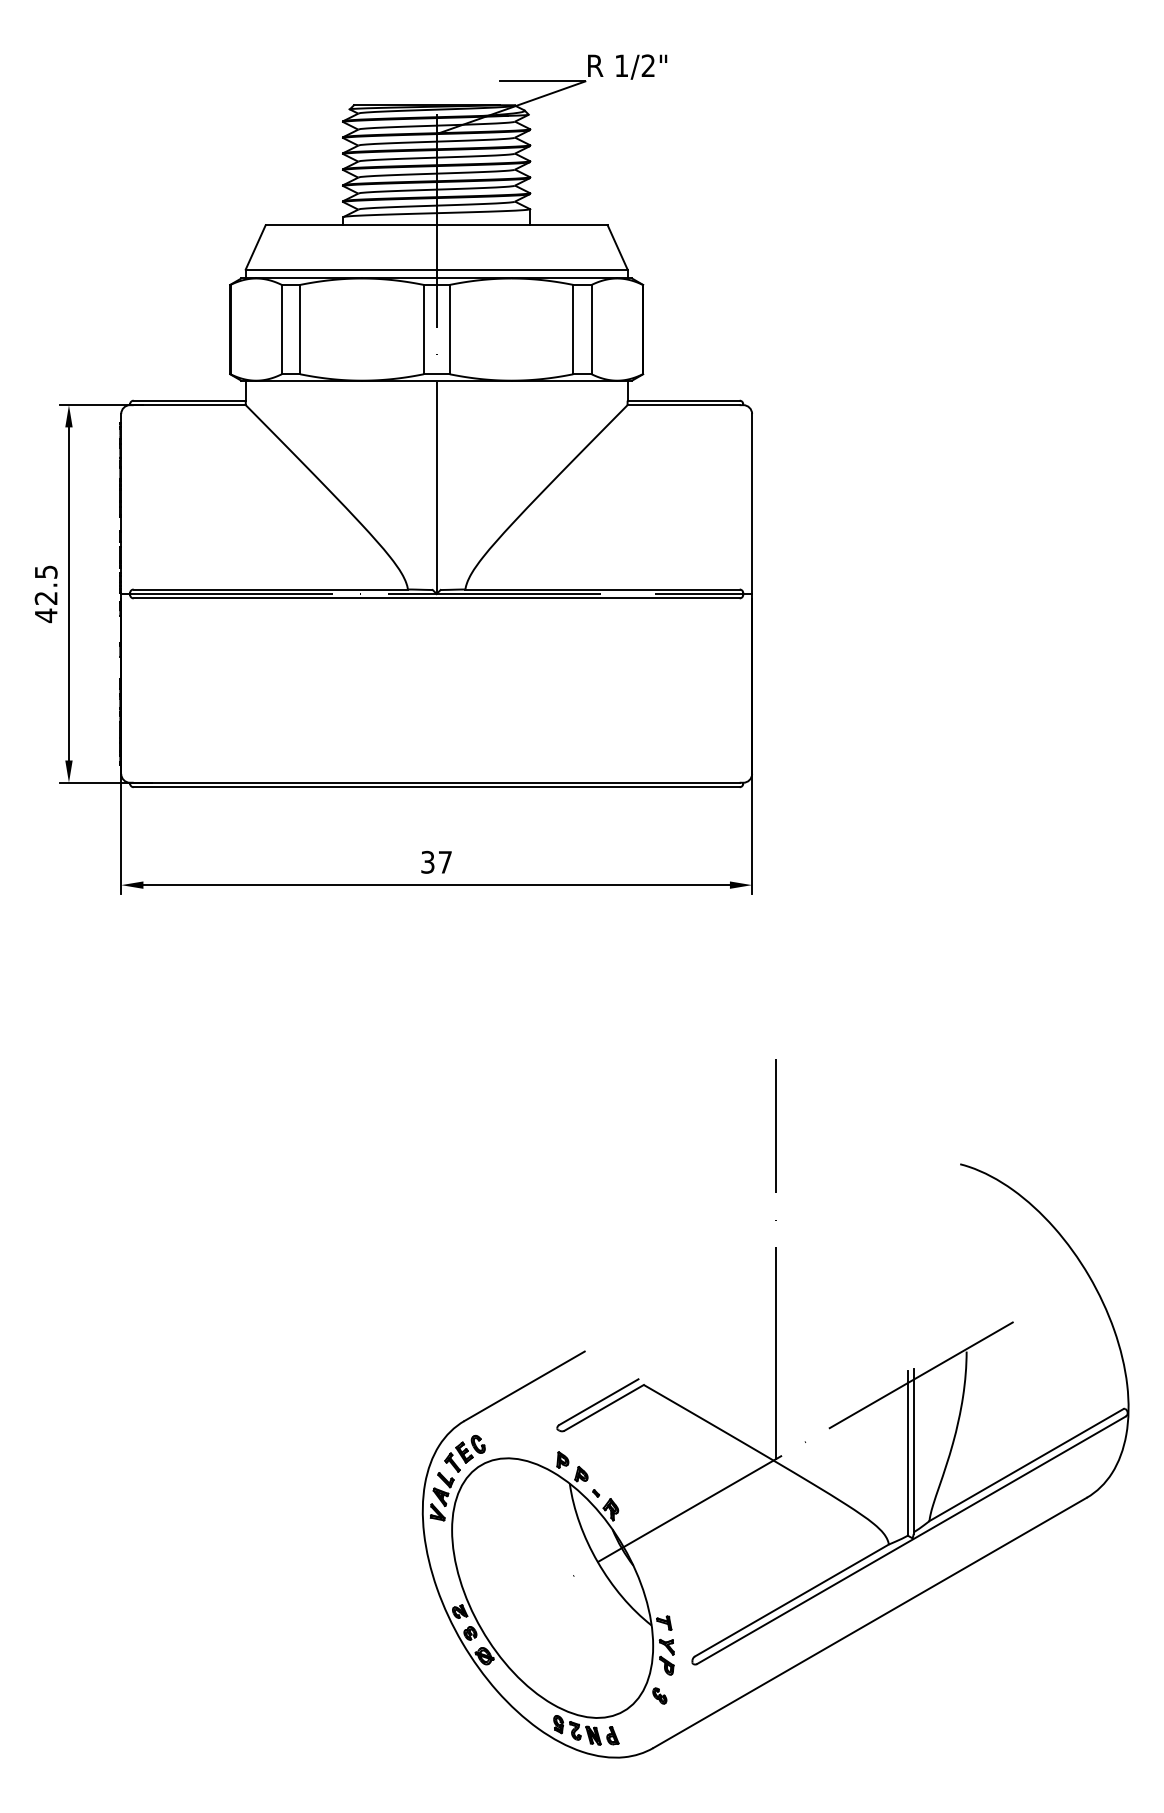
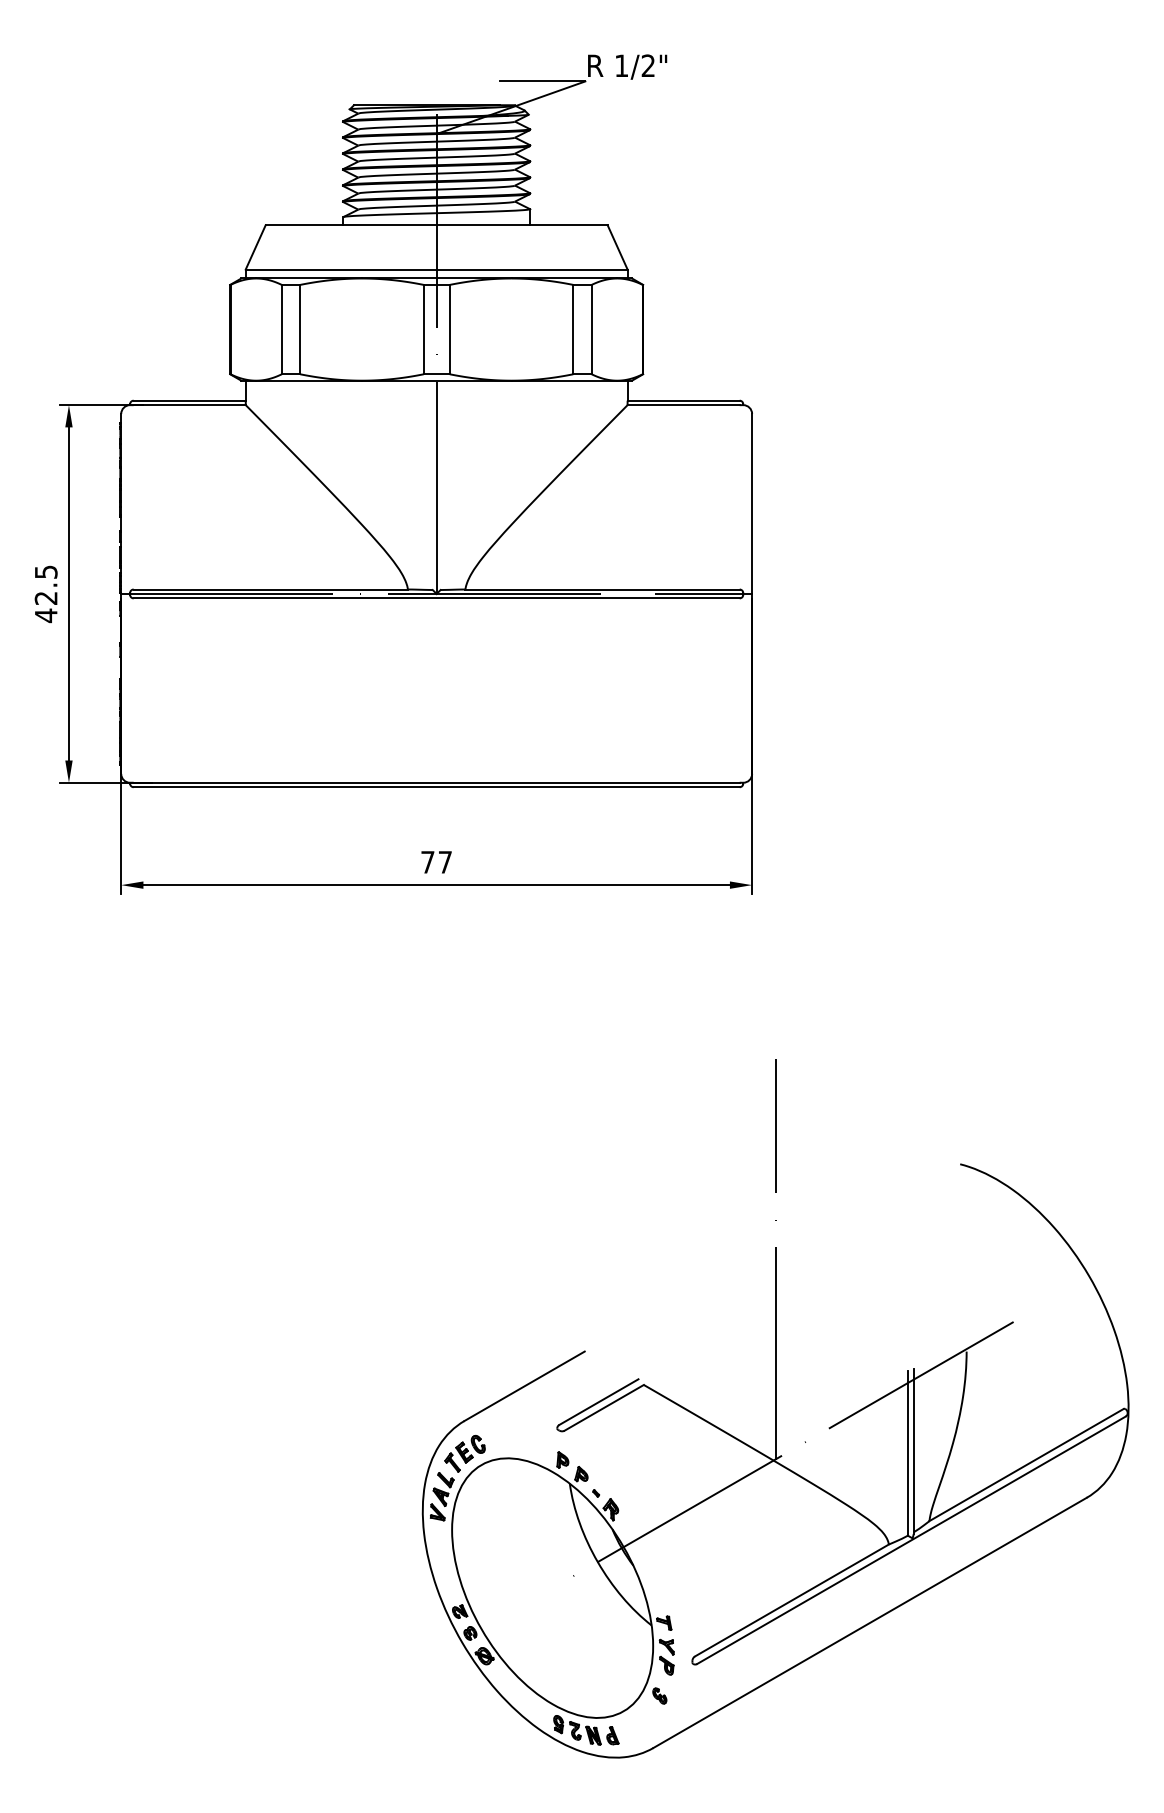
text at (427, 861): 37 -> 77
